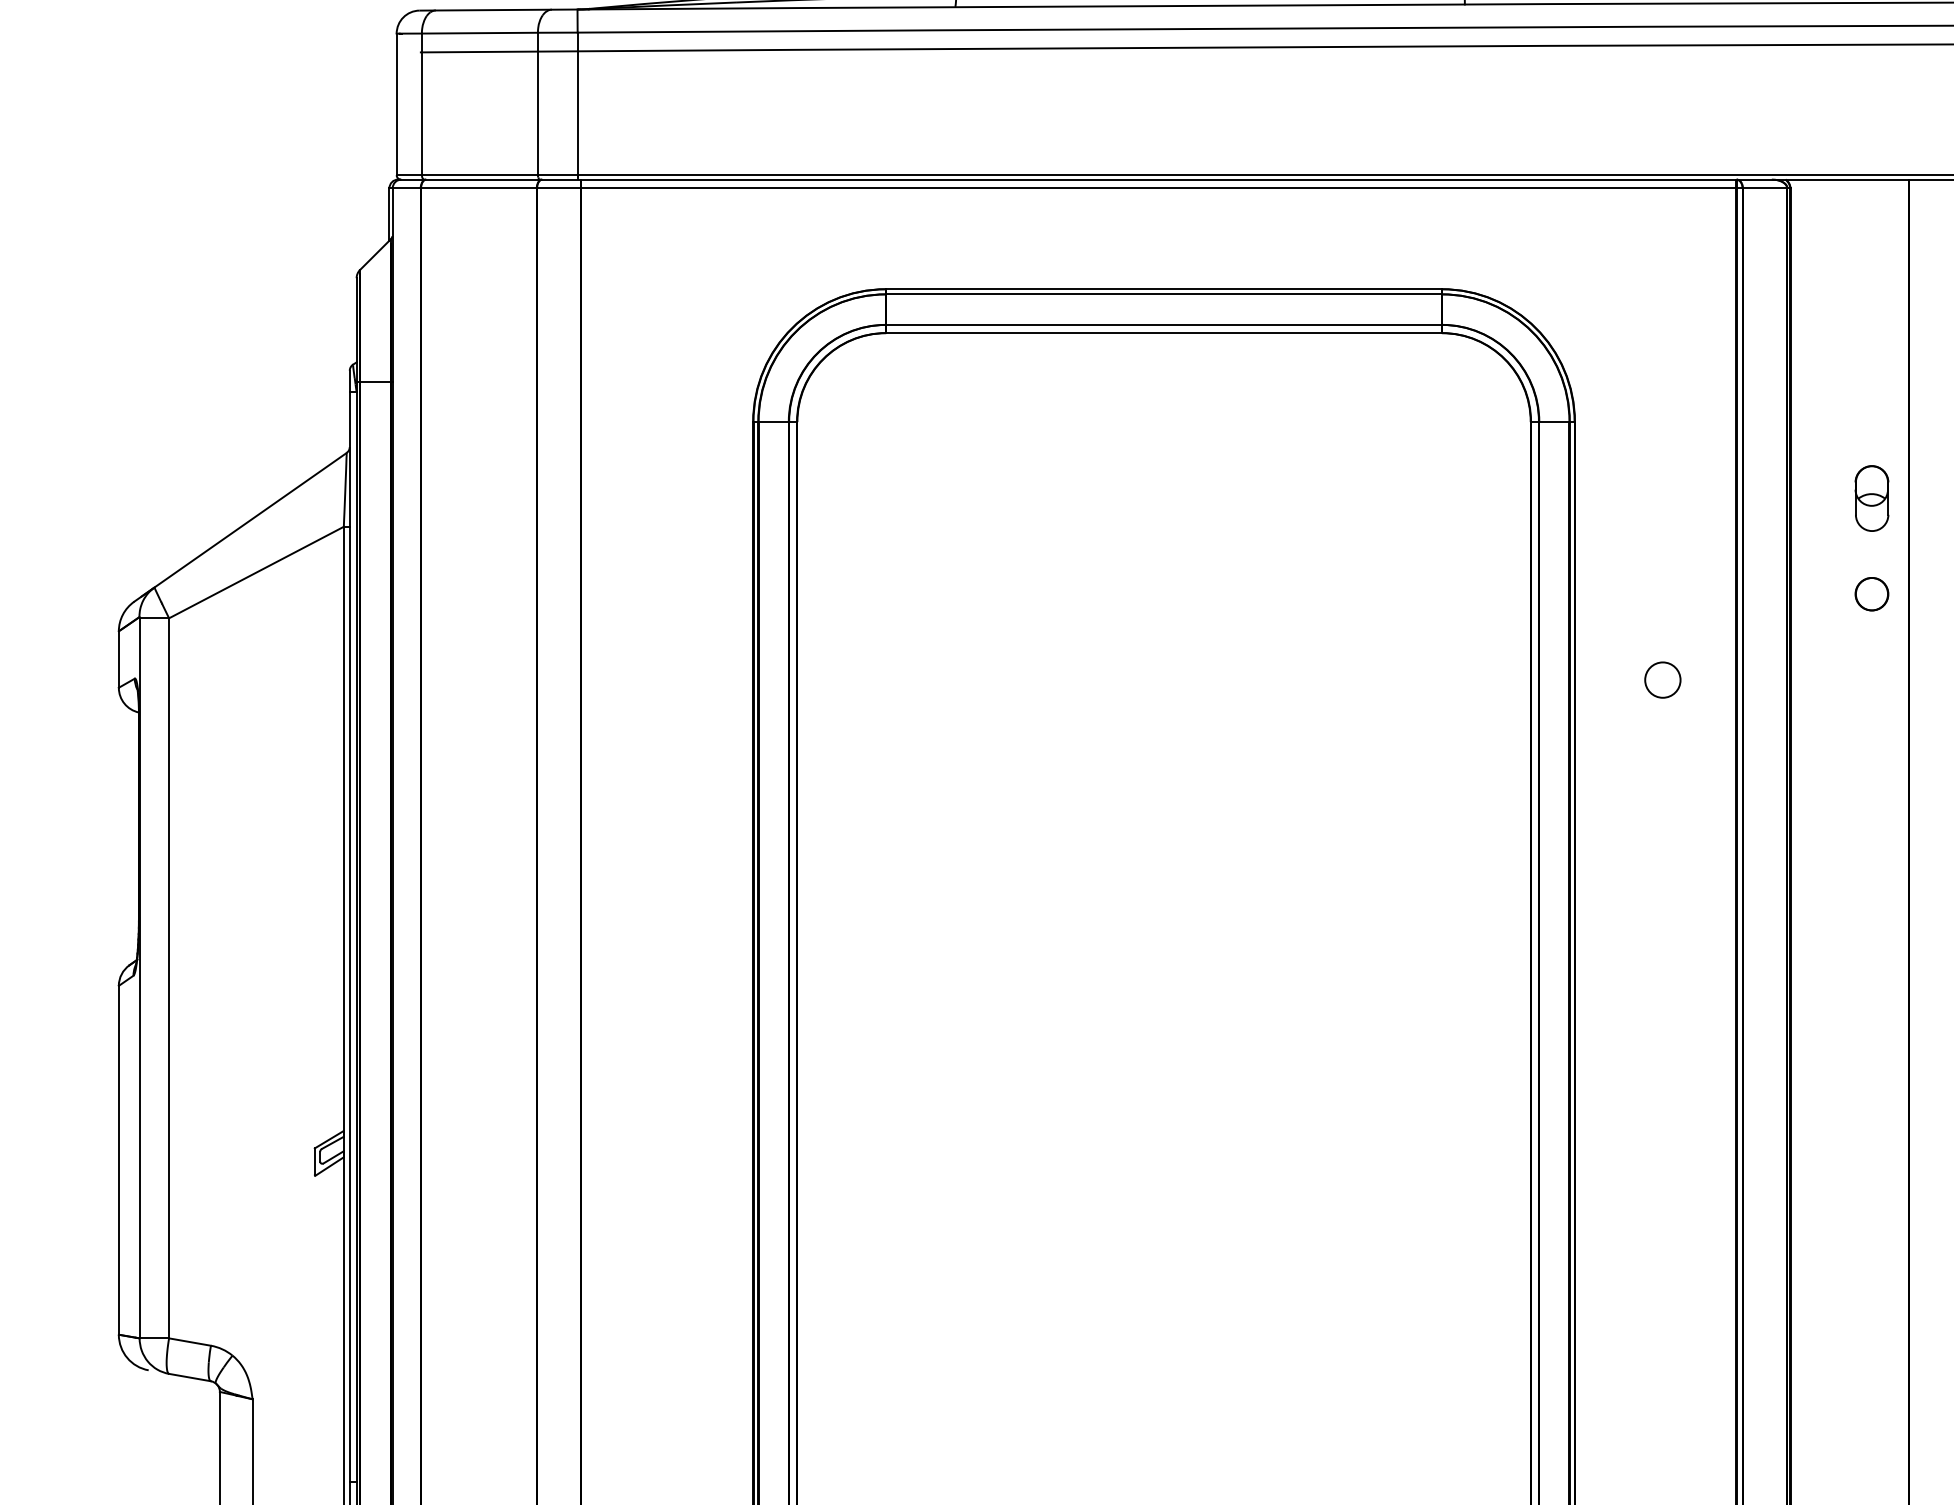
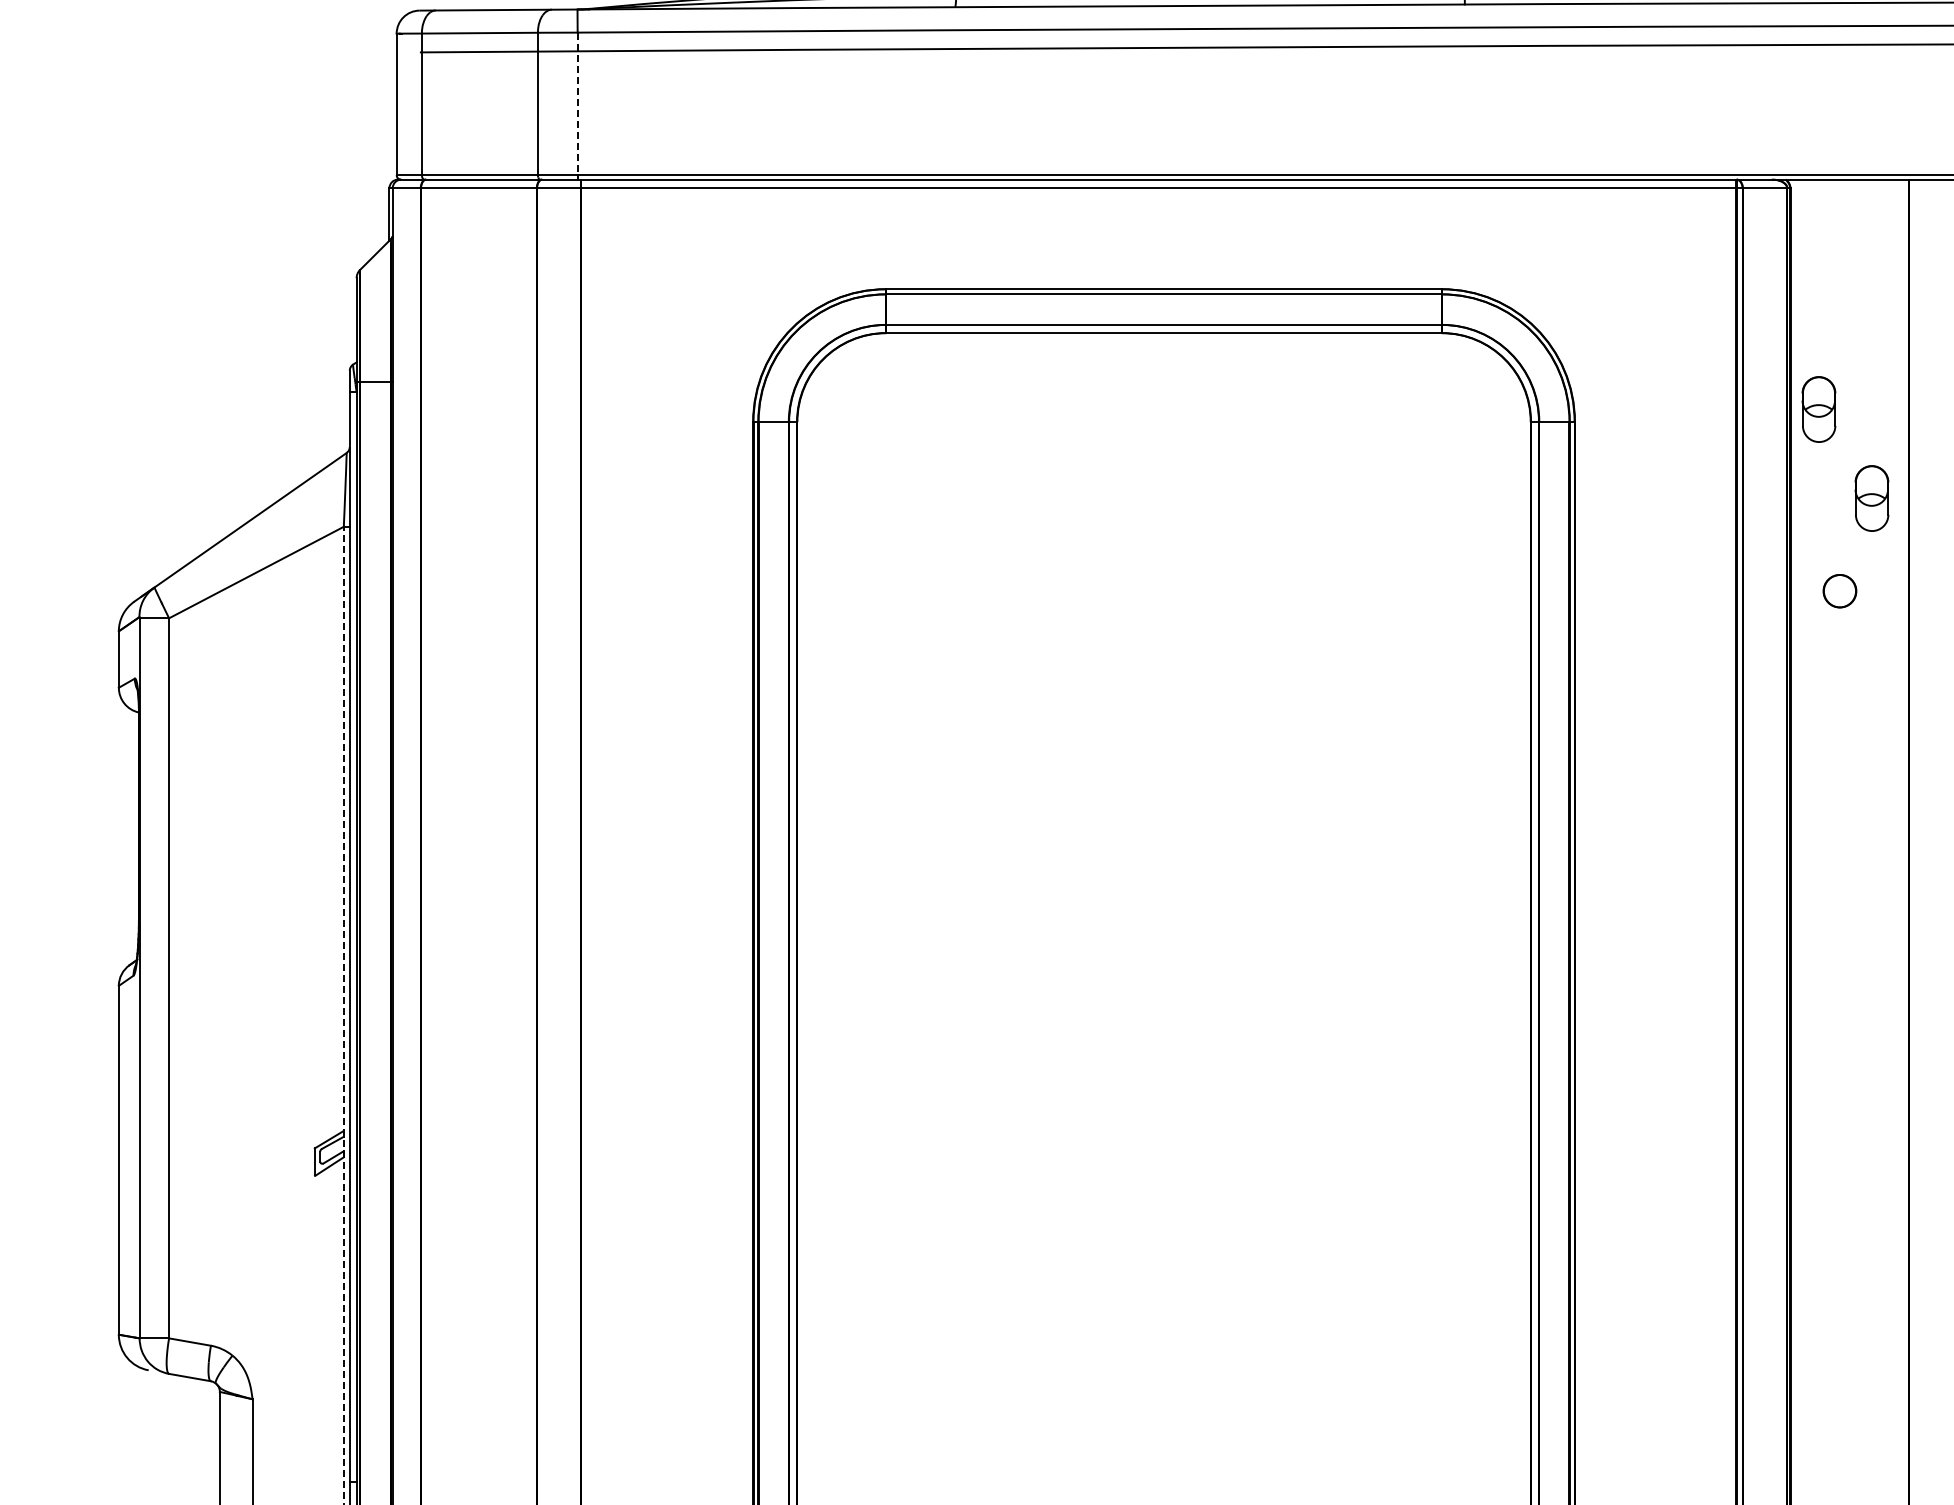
line at (577, 104): solid -> dashed
part at (1818, 409): none -> present
part at (1871, 594) position: (1871, 594) -> (1839, 591)
circle at (1662, 679): present -> none
line at (343, 1015): solid -> dashed
